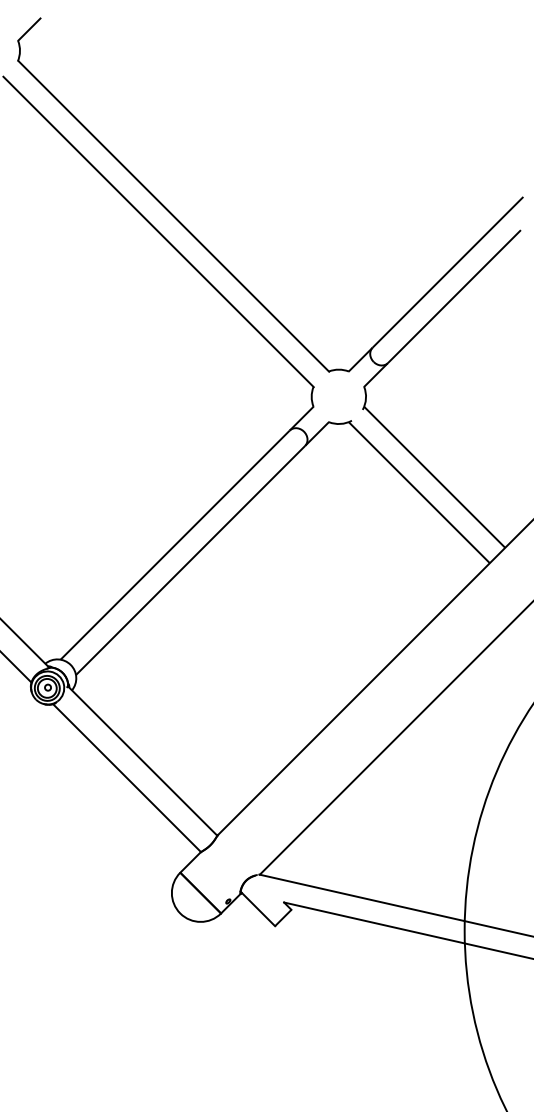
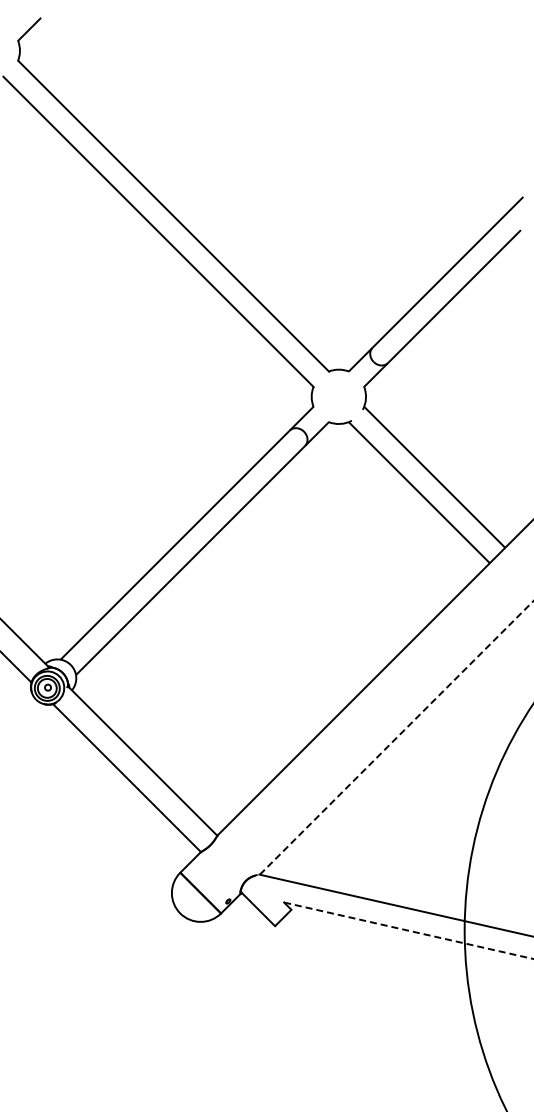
line at (396, 737): solid -> dashed
line at (408, 930): solid -> dashed
